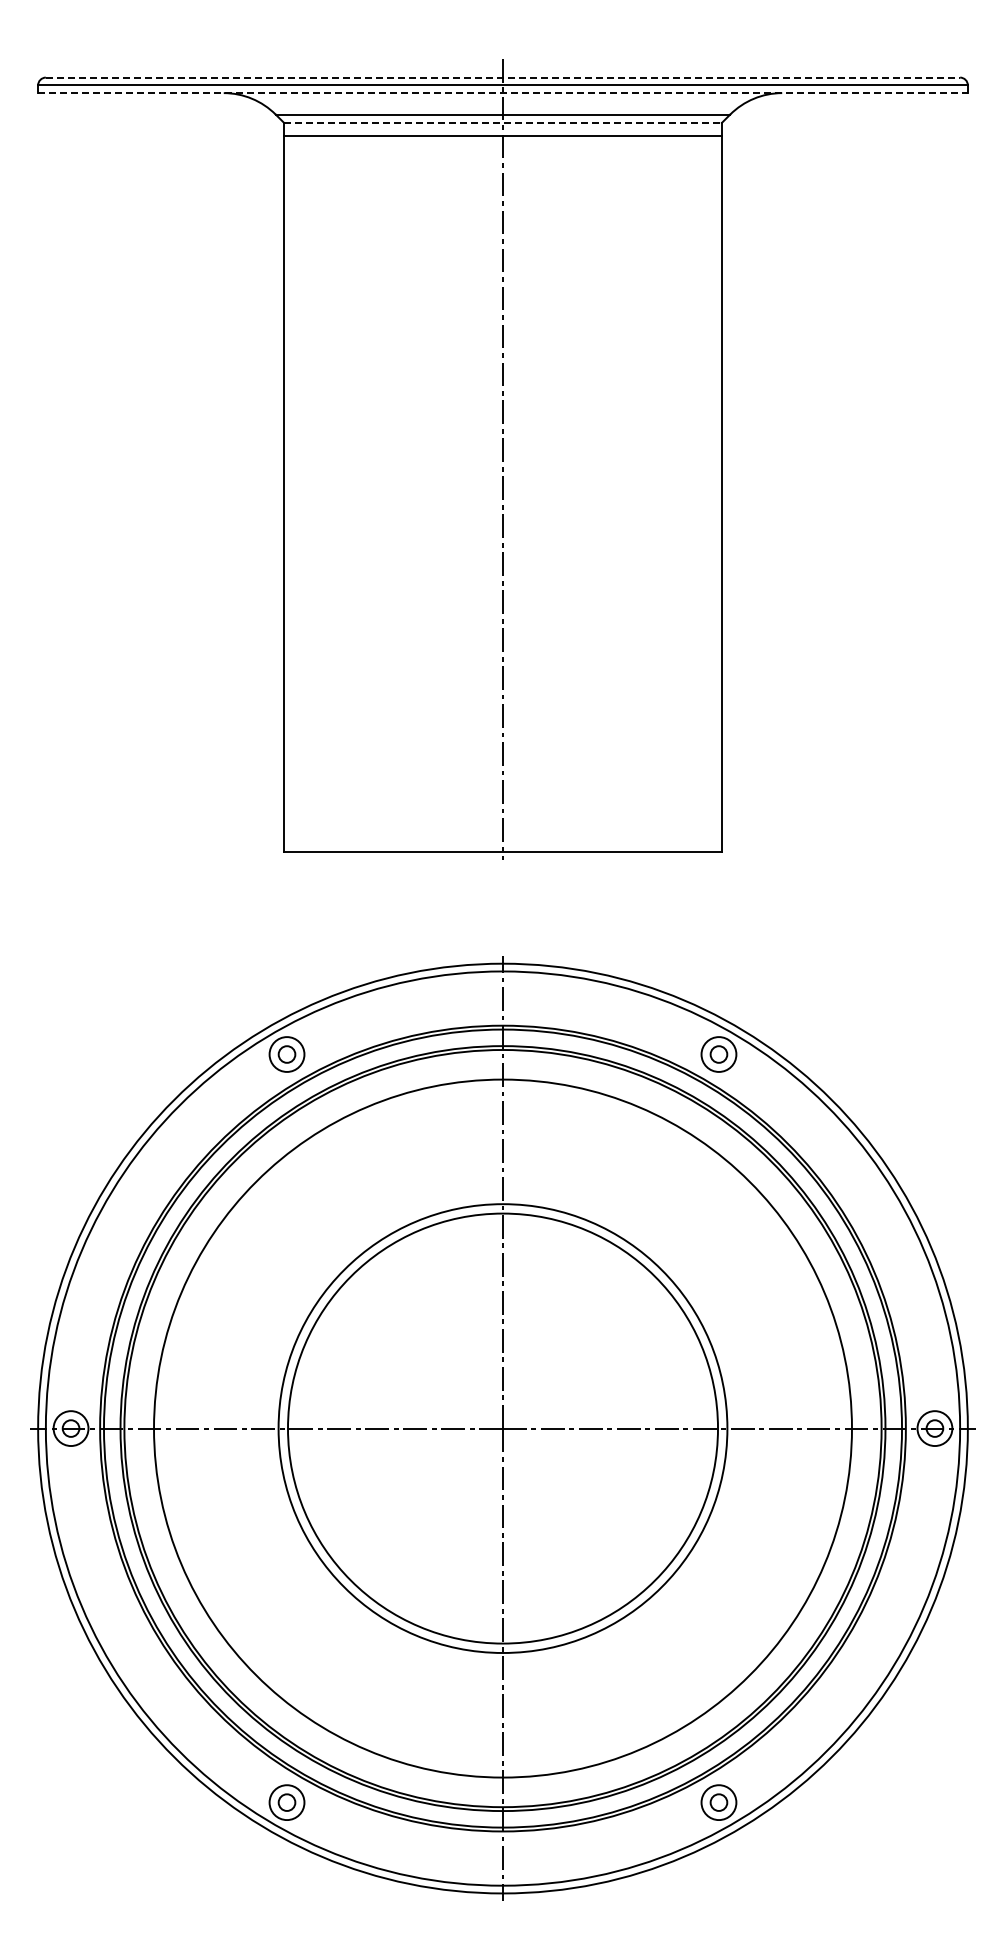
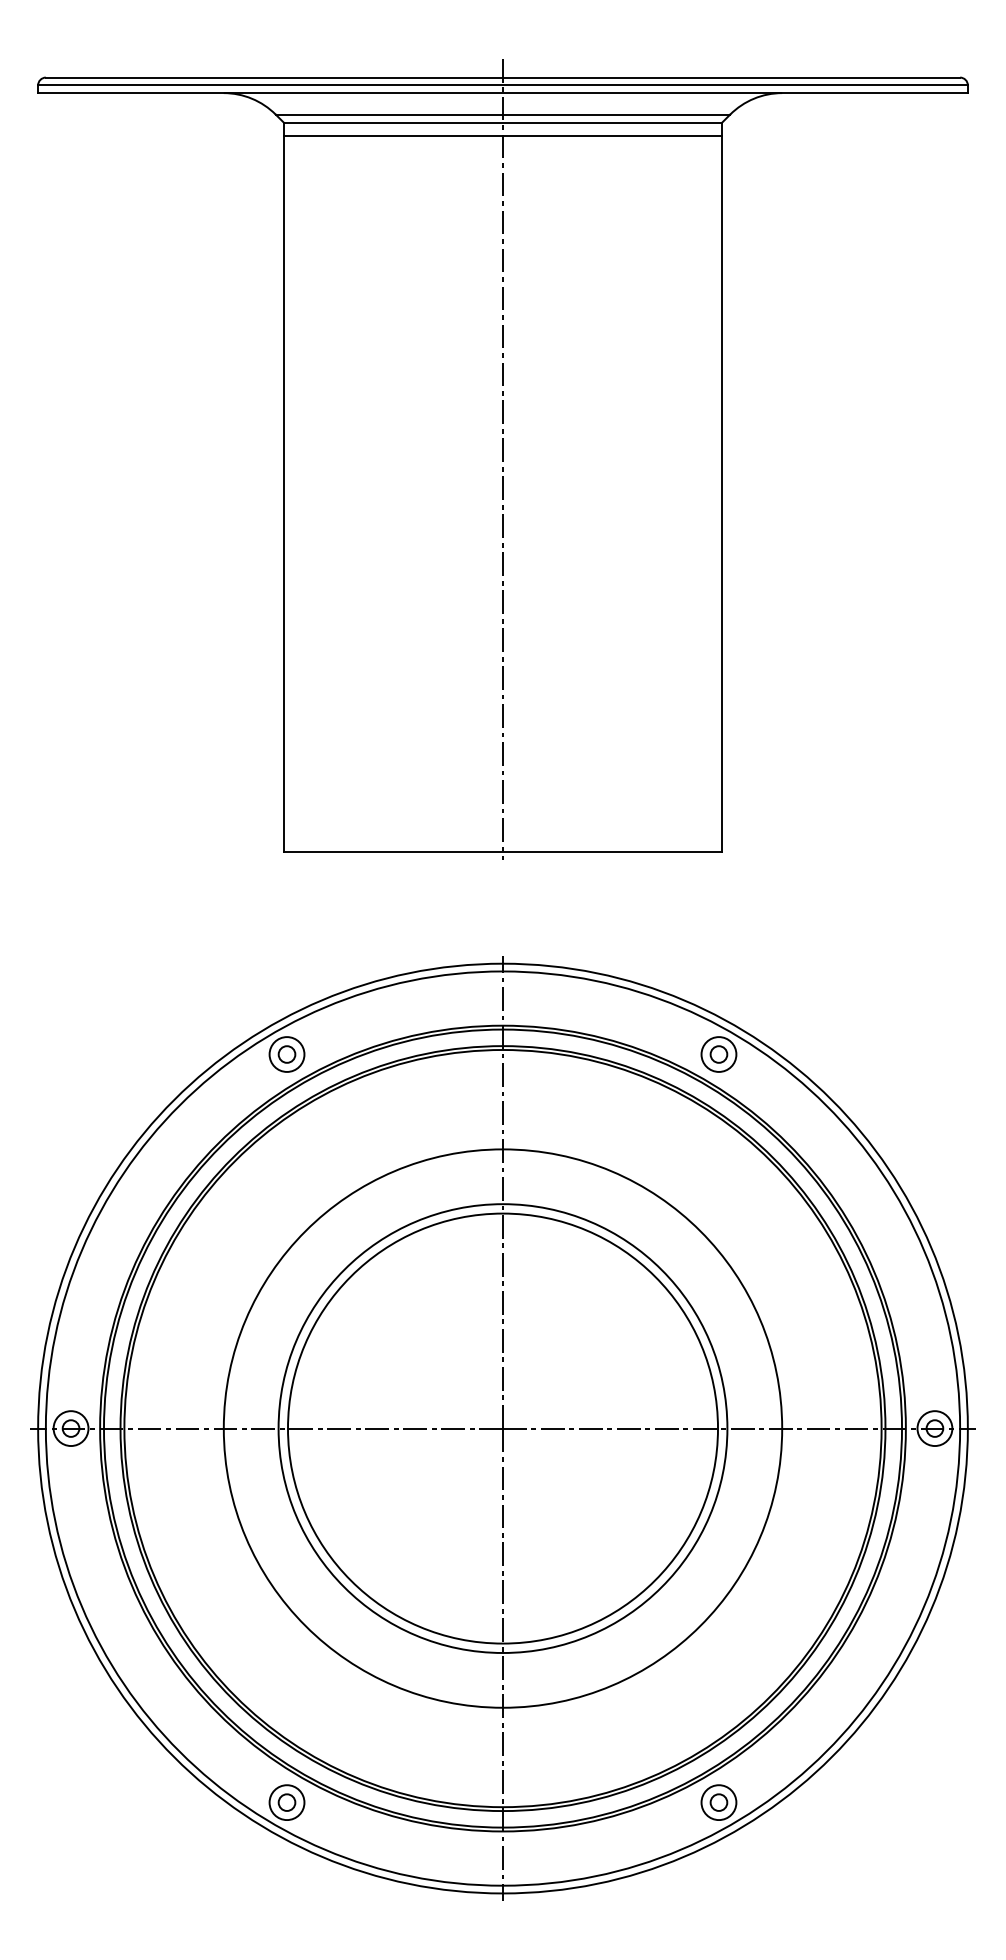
line at (503, 77): dashed -> solid
line at (503, 93): dashed -> solid
line at (503, 122): dashed -> solid
circle at (502, 1428) diameter: 698 px -> 558 px
